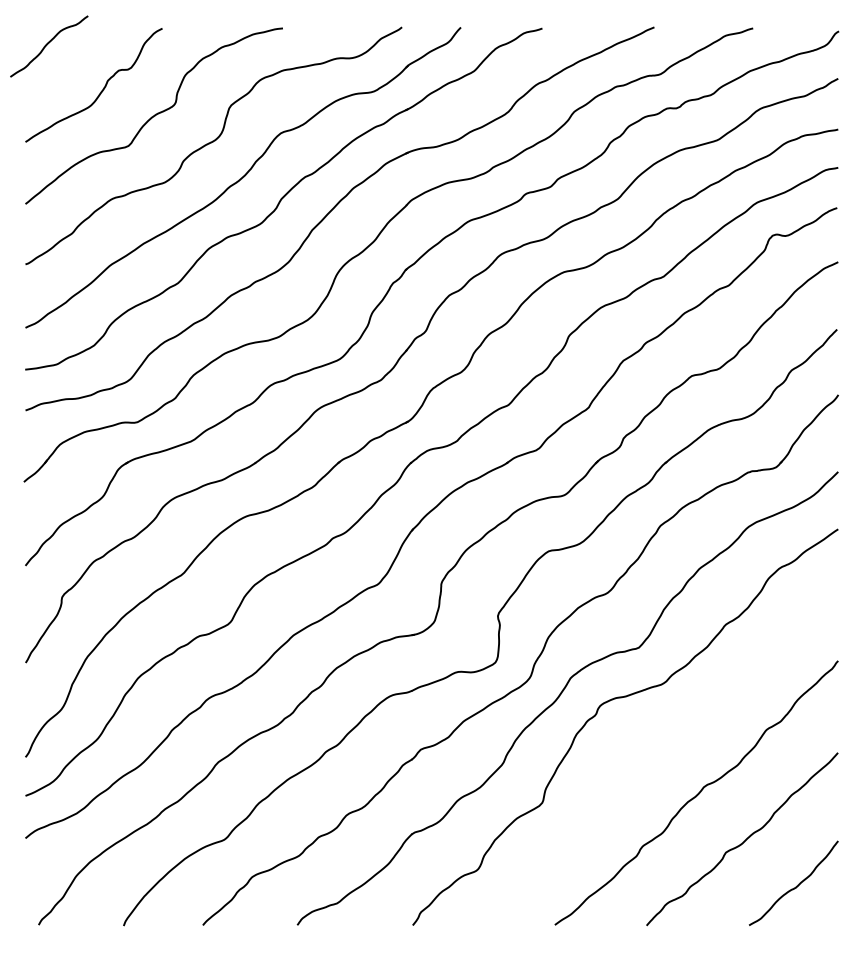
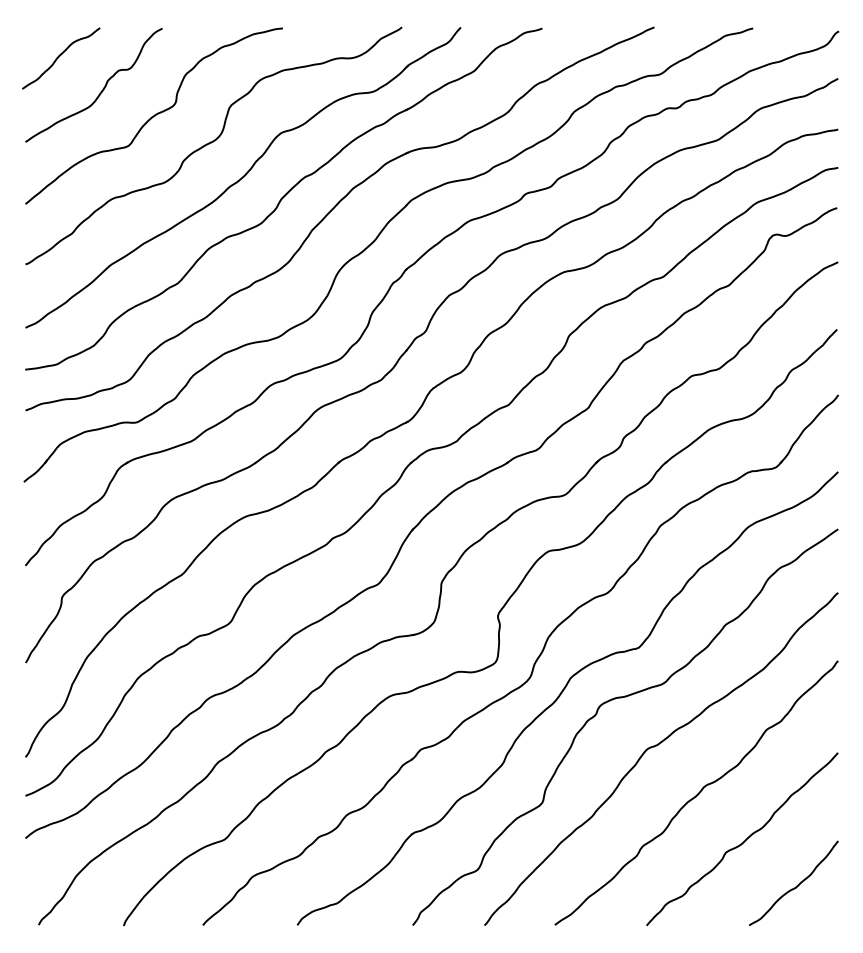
curve at (48, 44) position: (48, 44) -> (60, 56)
curve at (656, 746): none -> present
